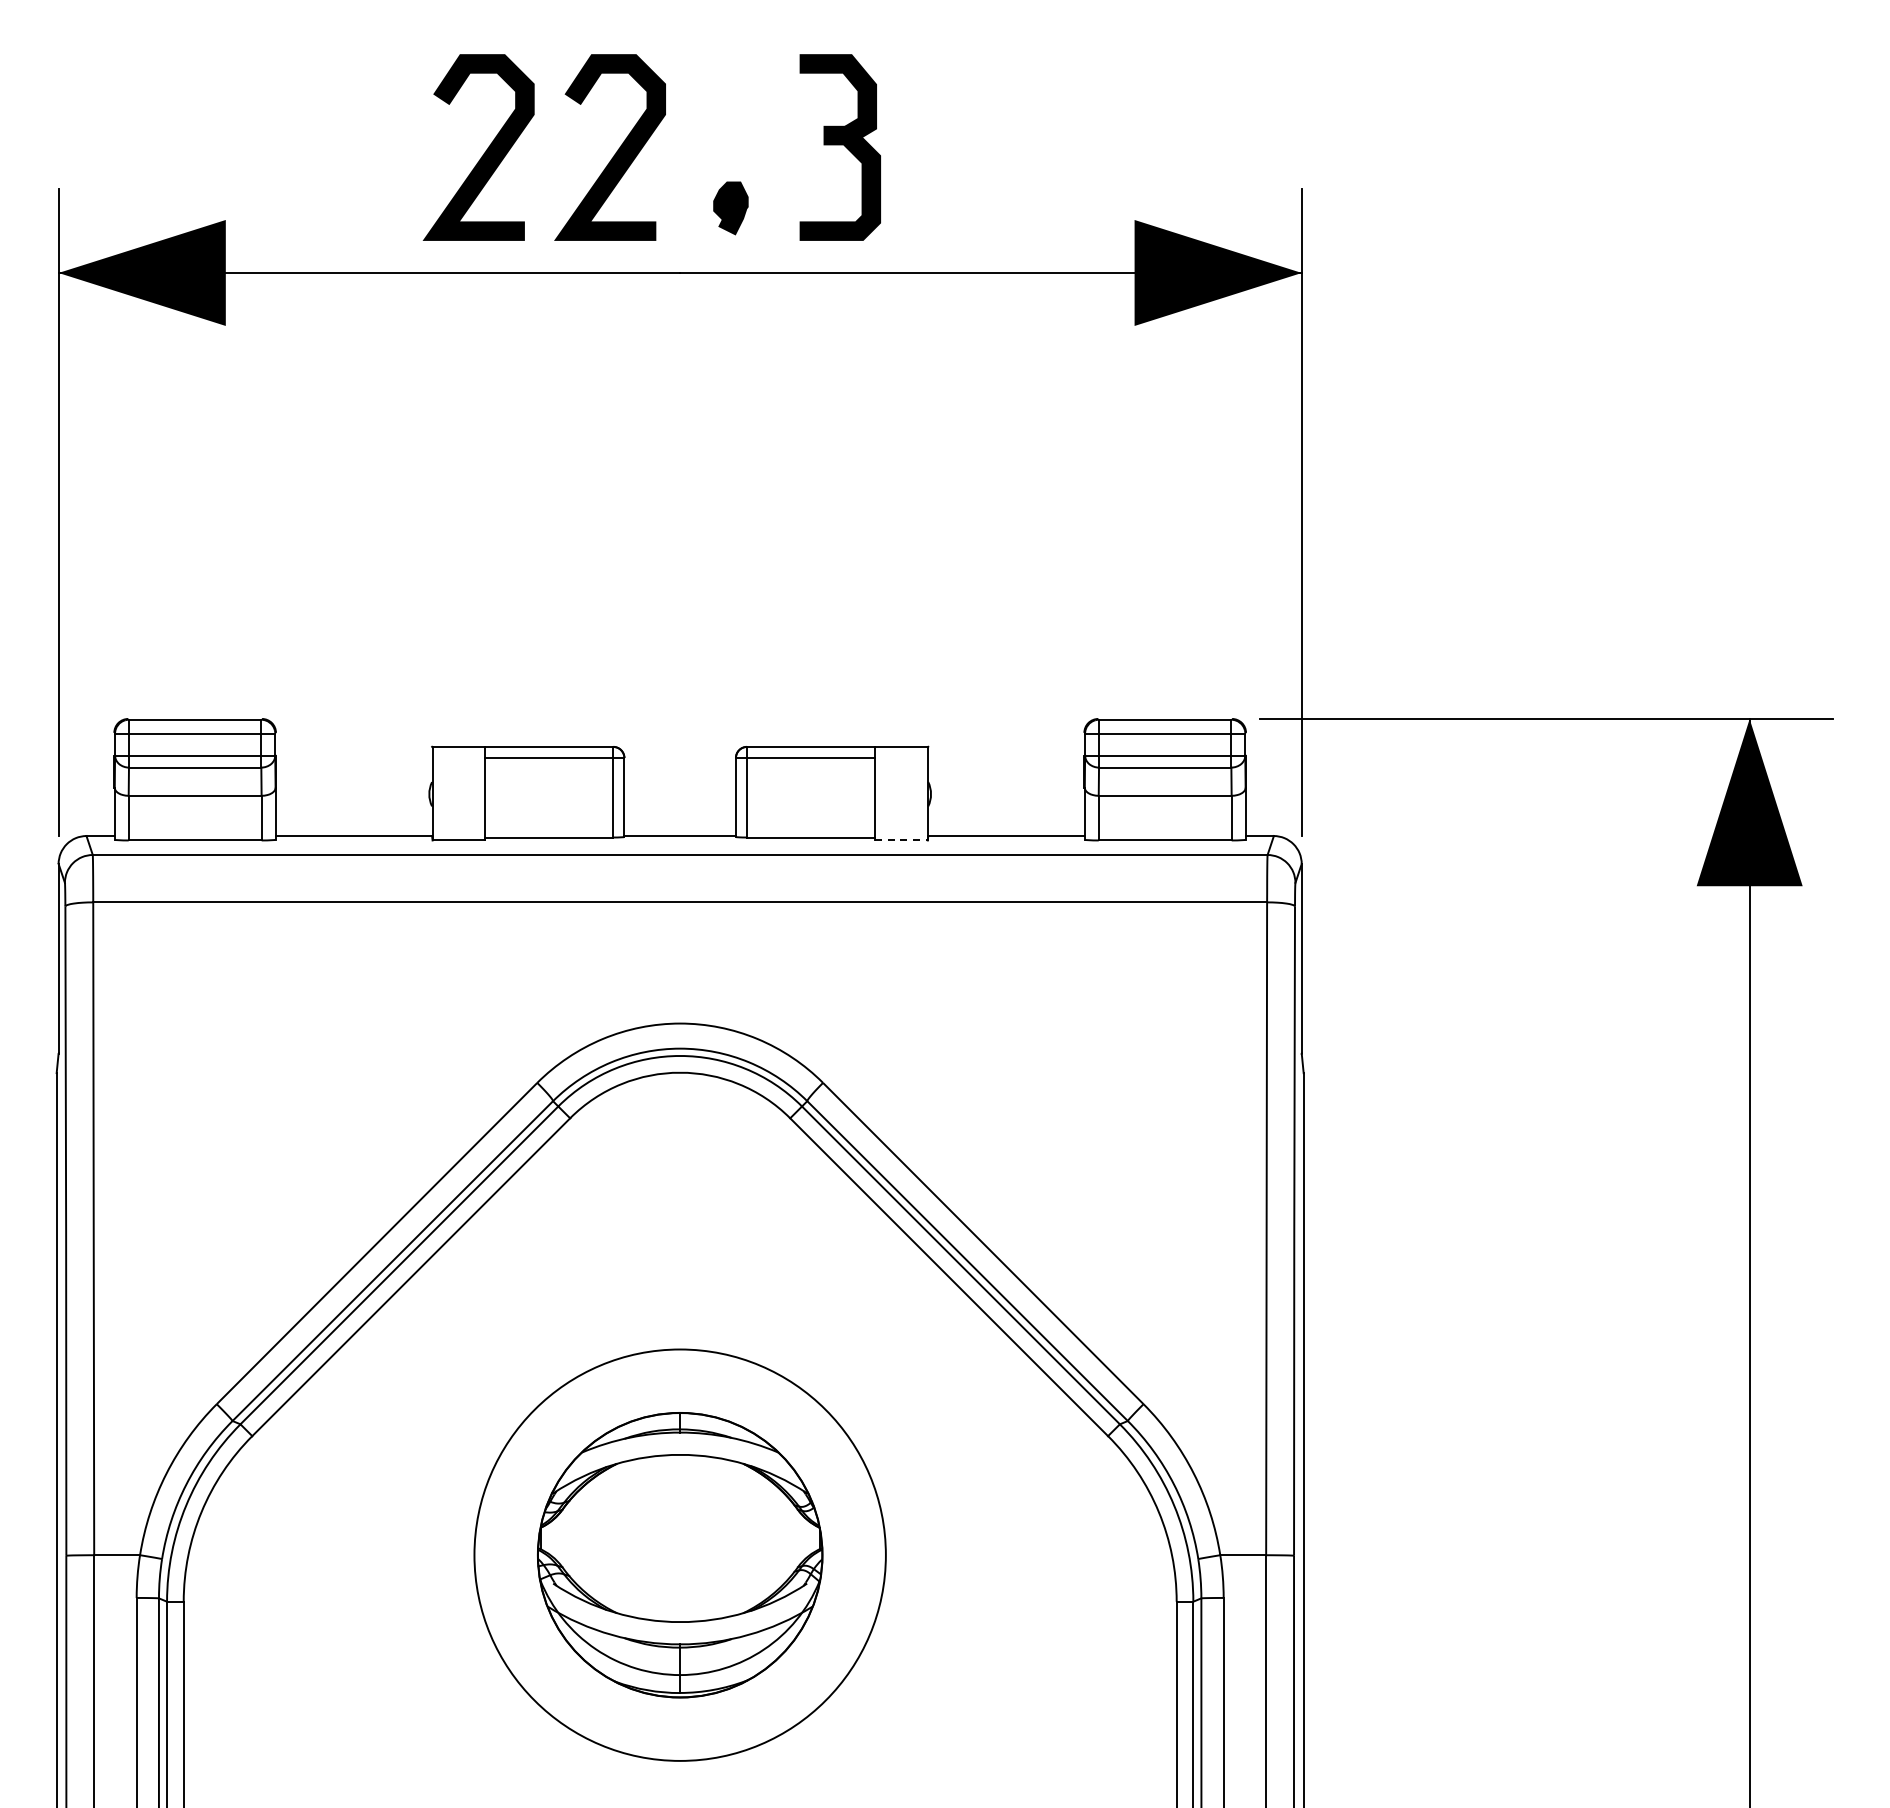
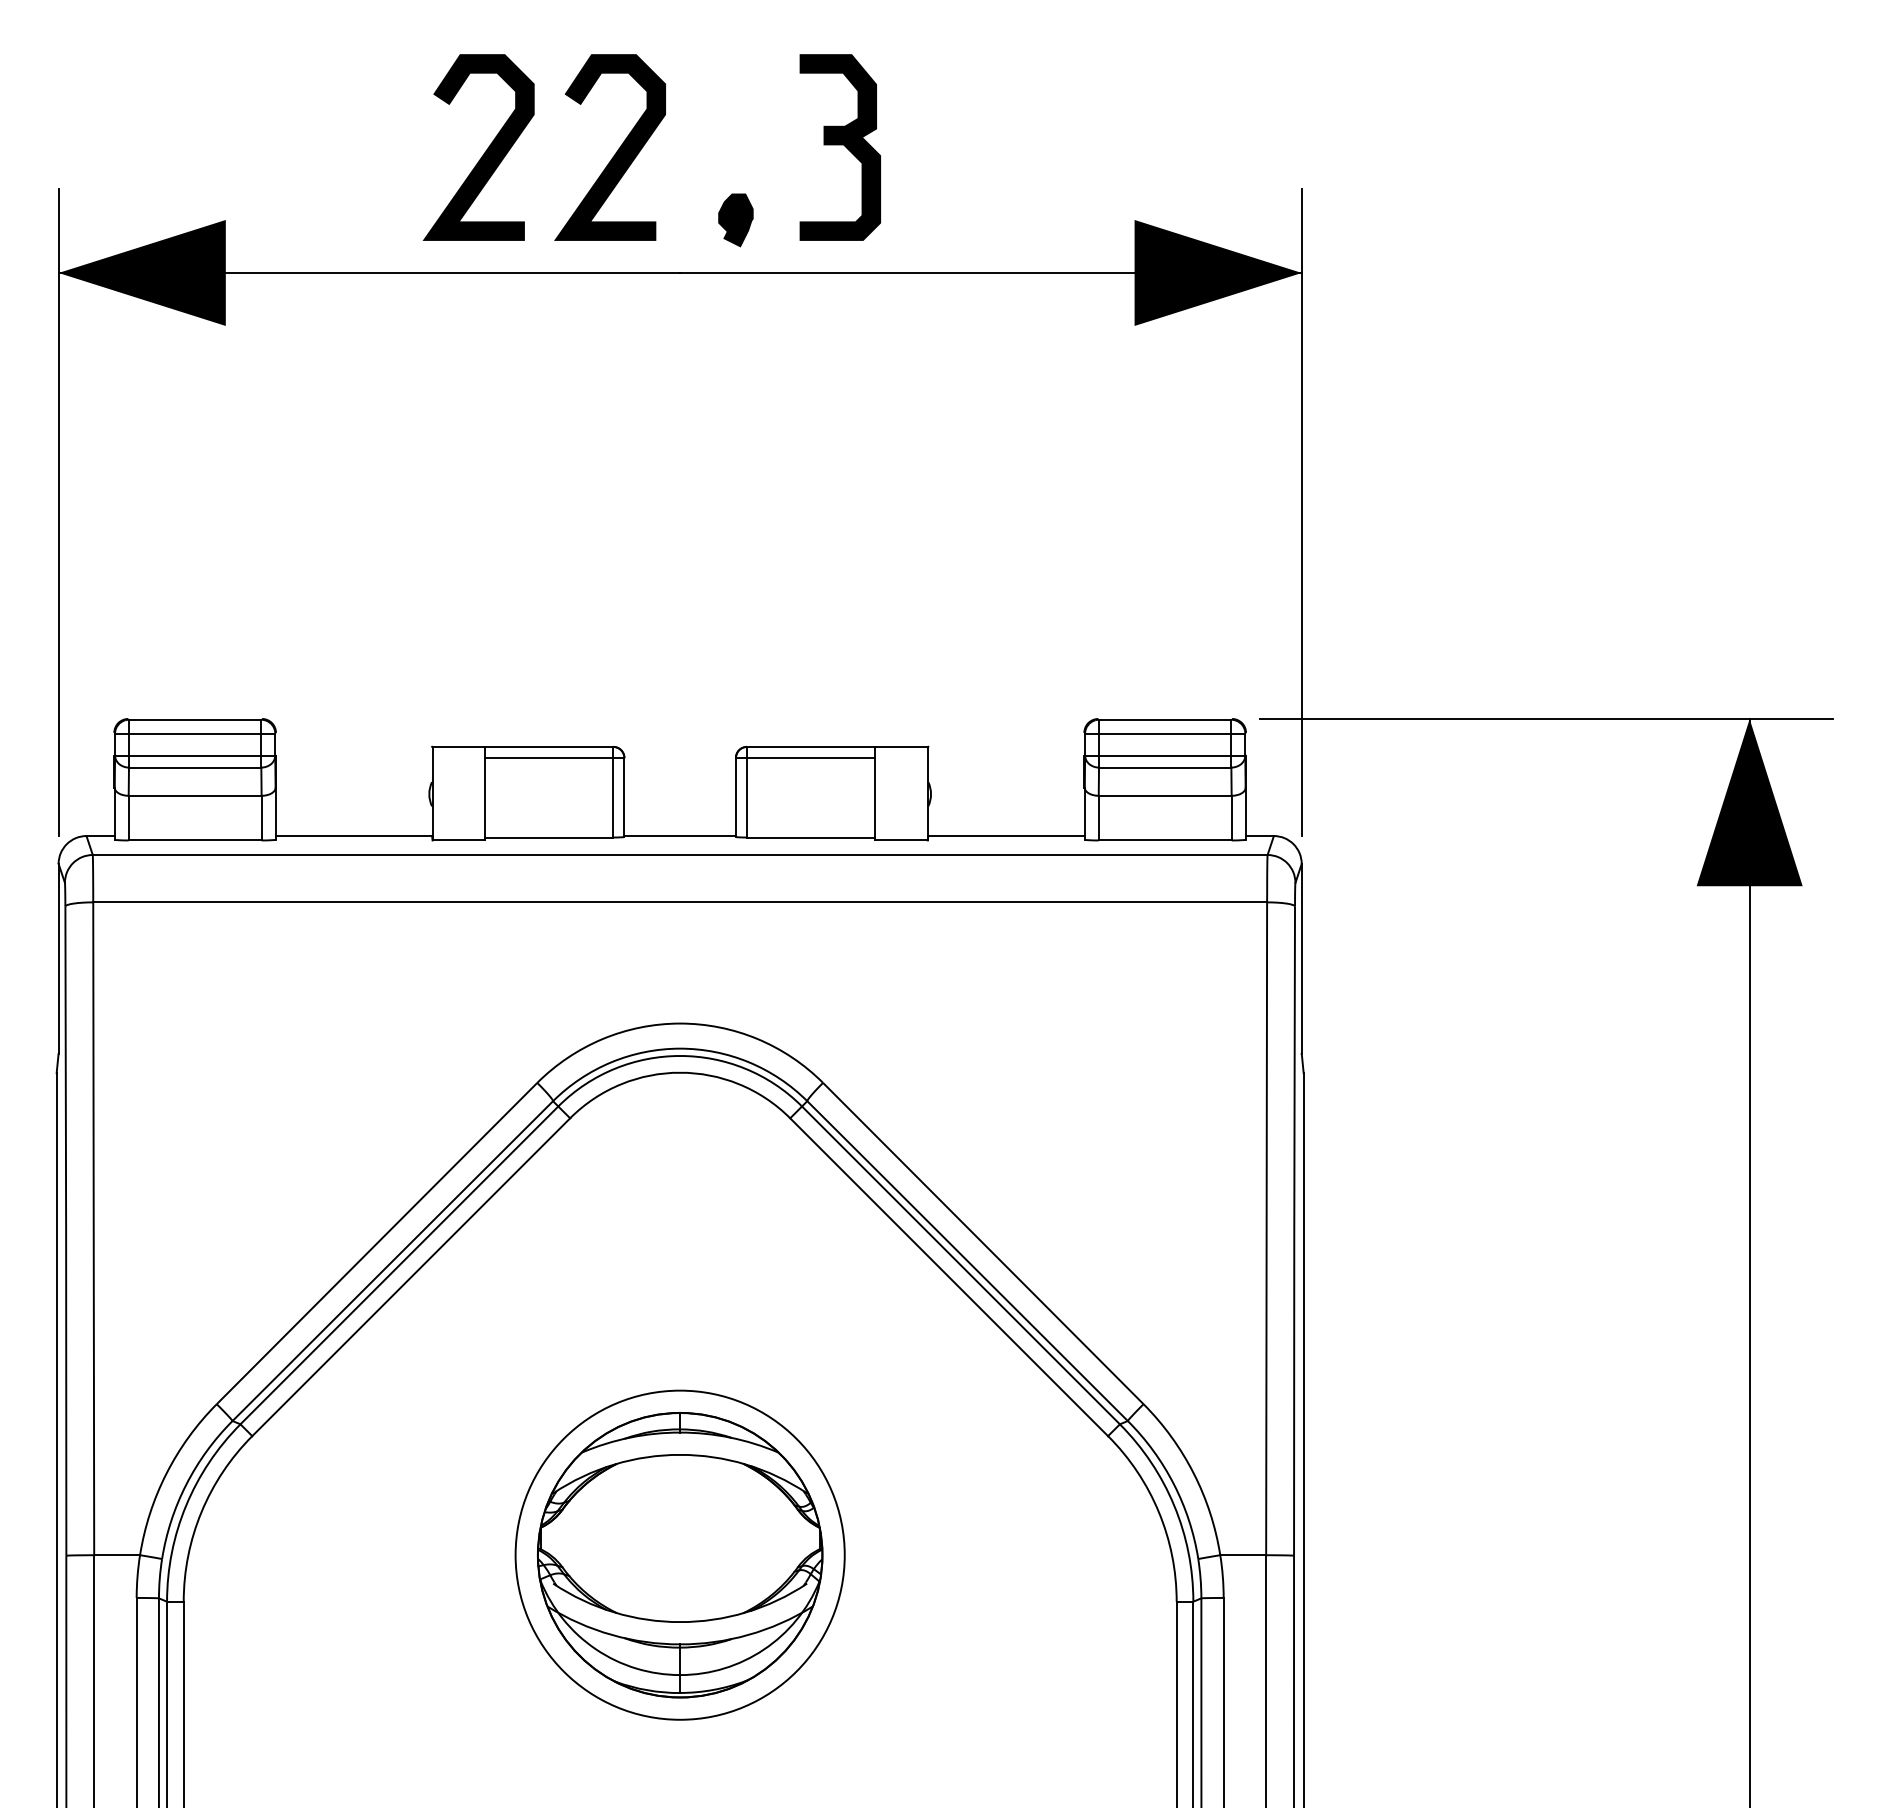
part at (730, 208) position: (730, 208) -> (735, 220)
line at (902, 840): dashed -> solid
circle at (679, 1554) diameter: 411 px -> 329 px
